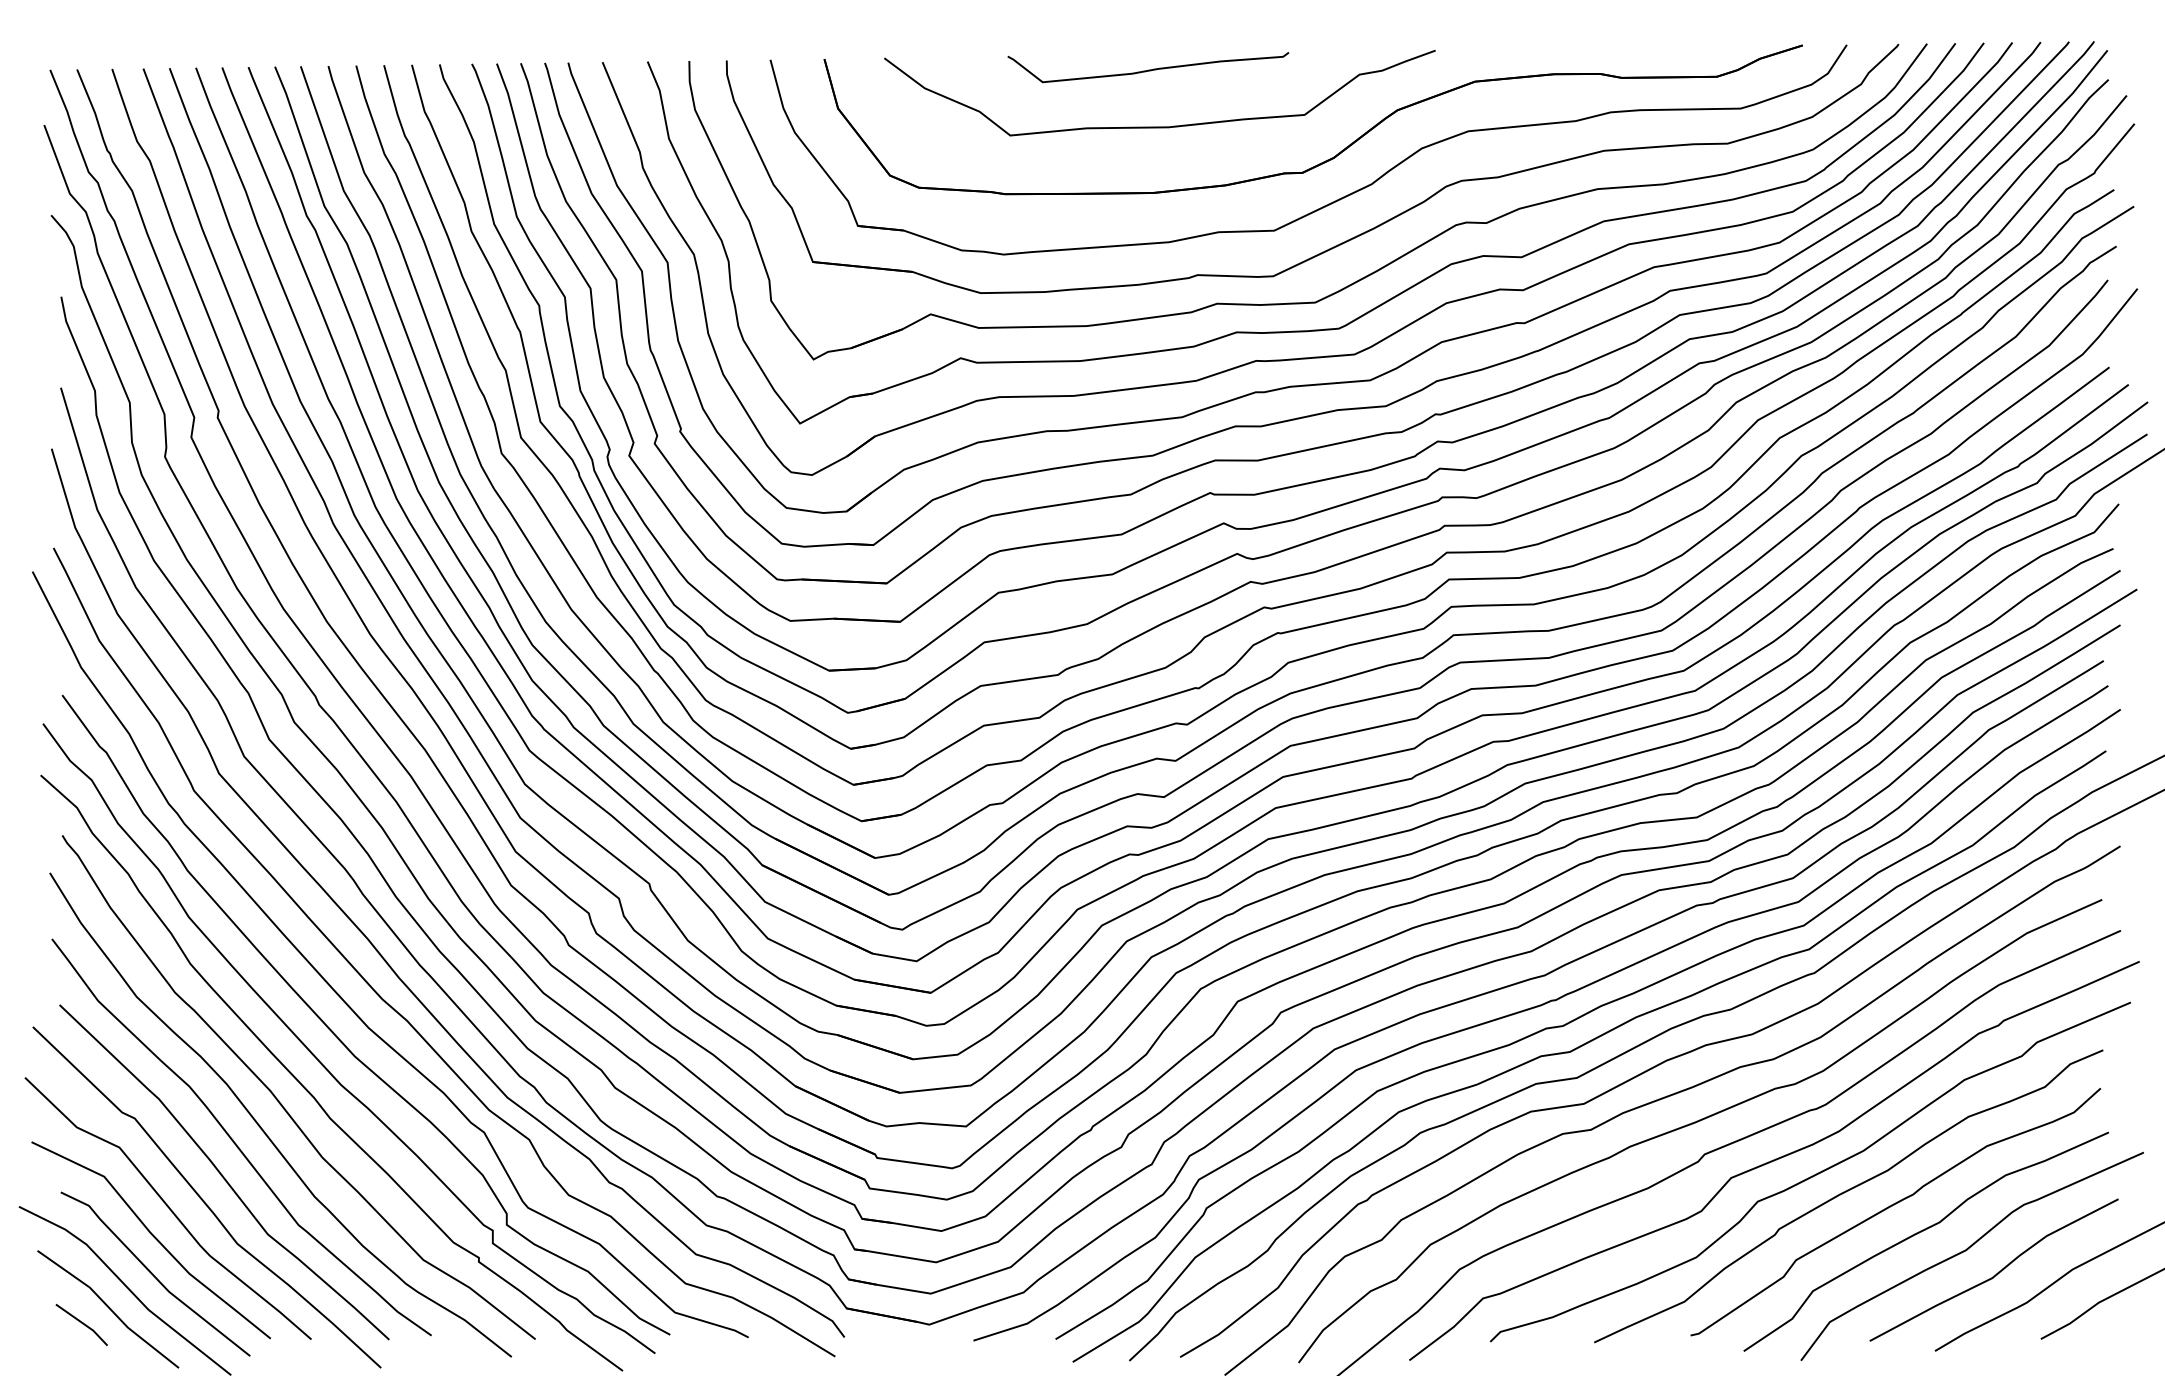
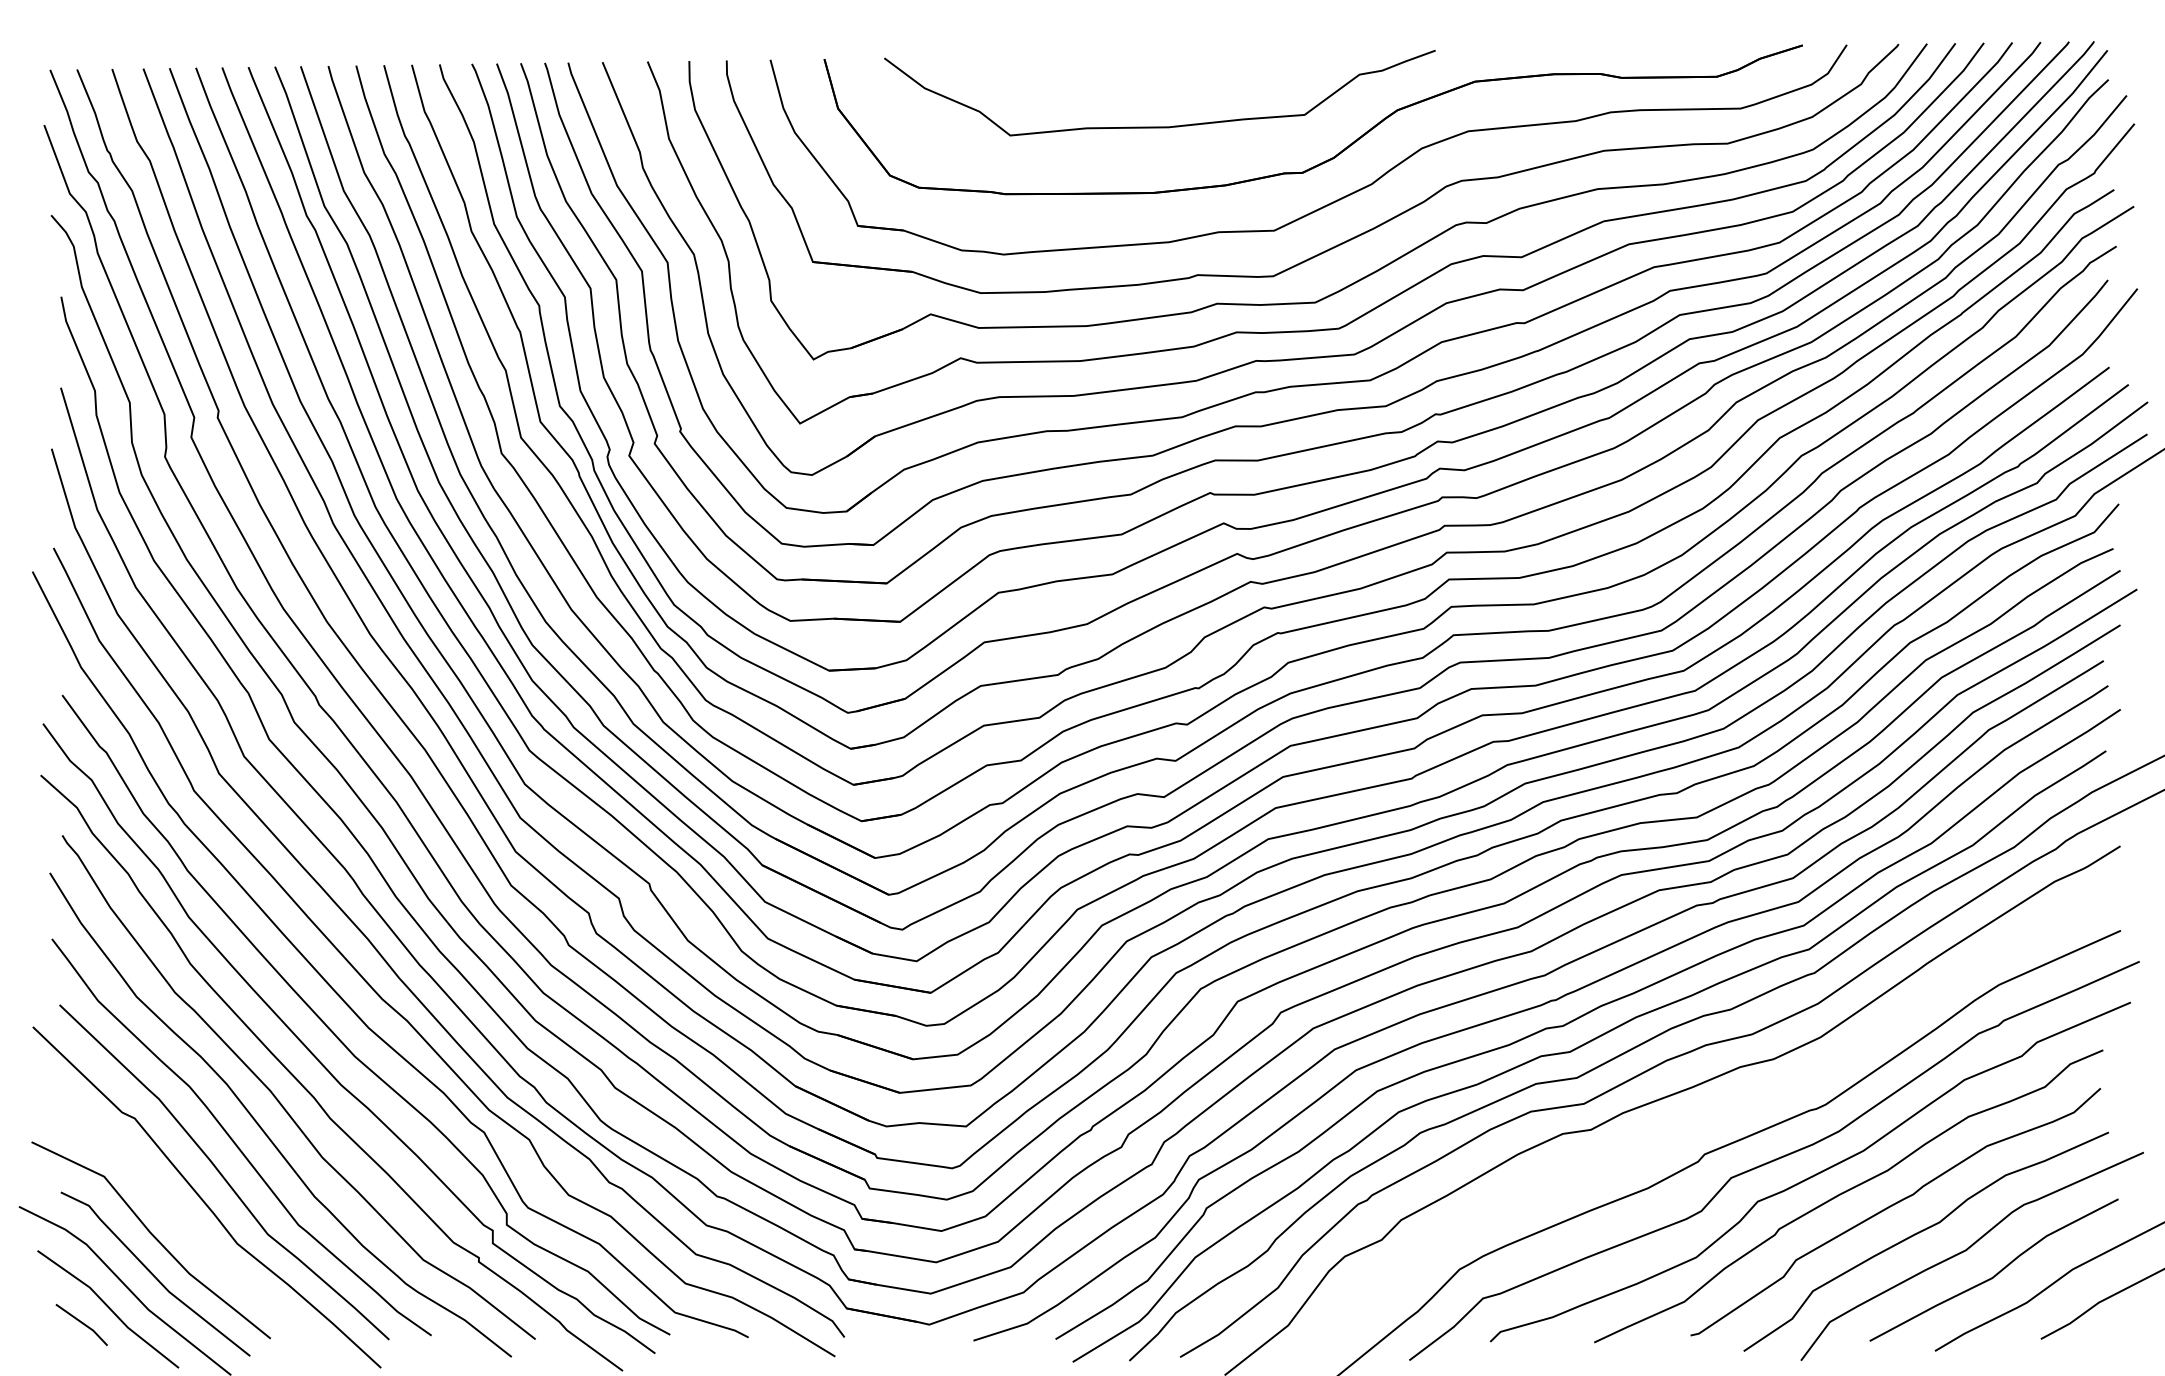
curve at (1148, 69): present -> none
curve at (1698, 1122): present -> none
curve at (167, 1207): present -> none
